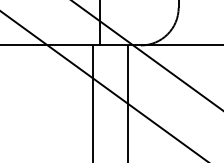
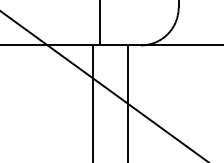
line at (146, 55): present -> none
